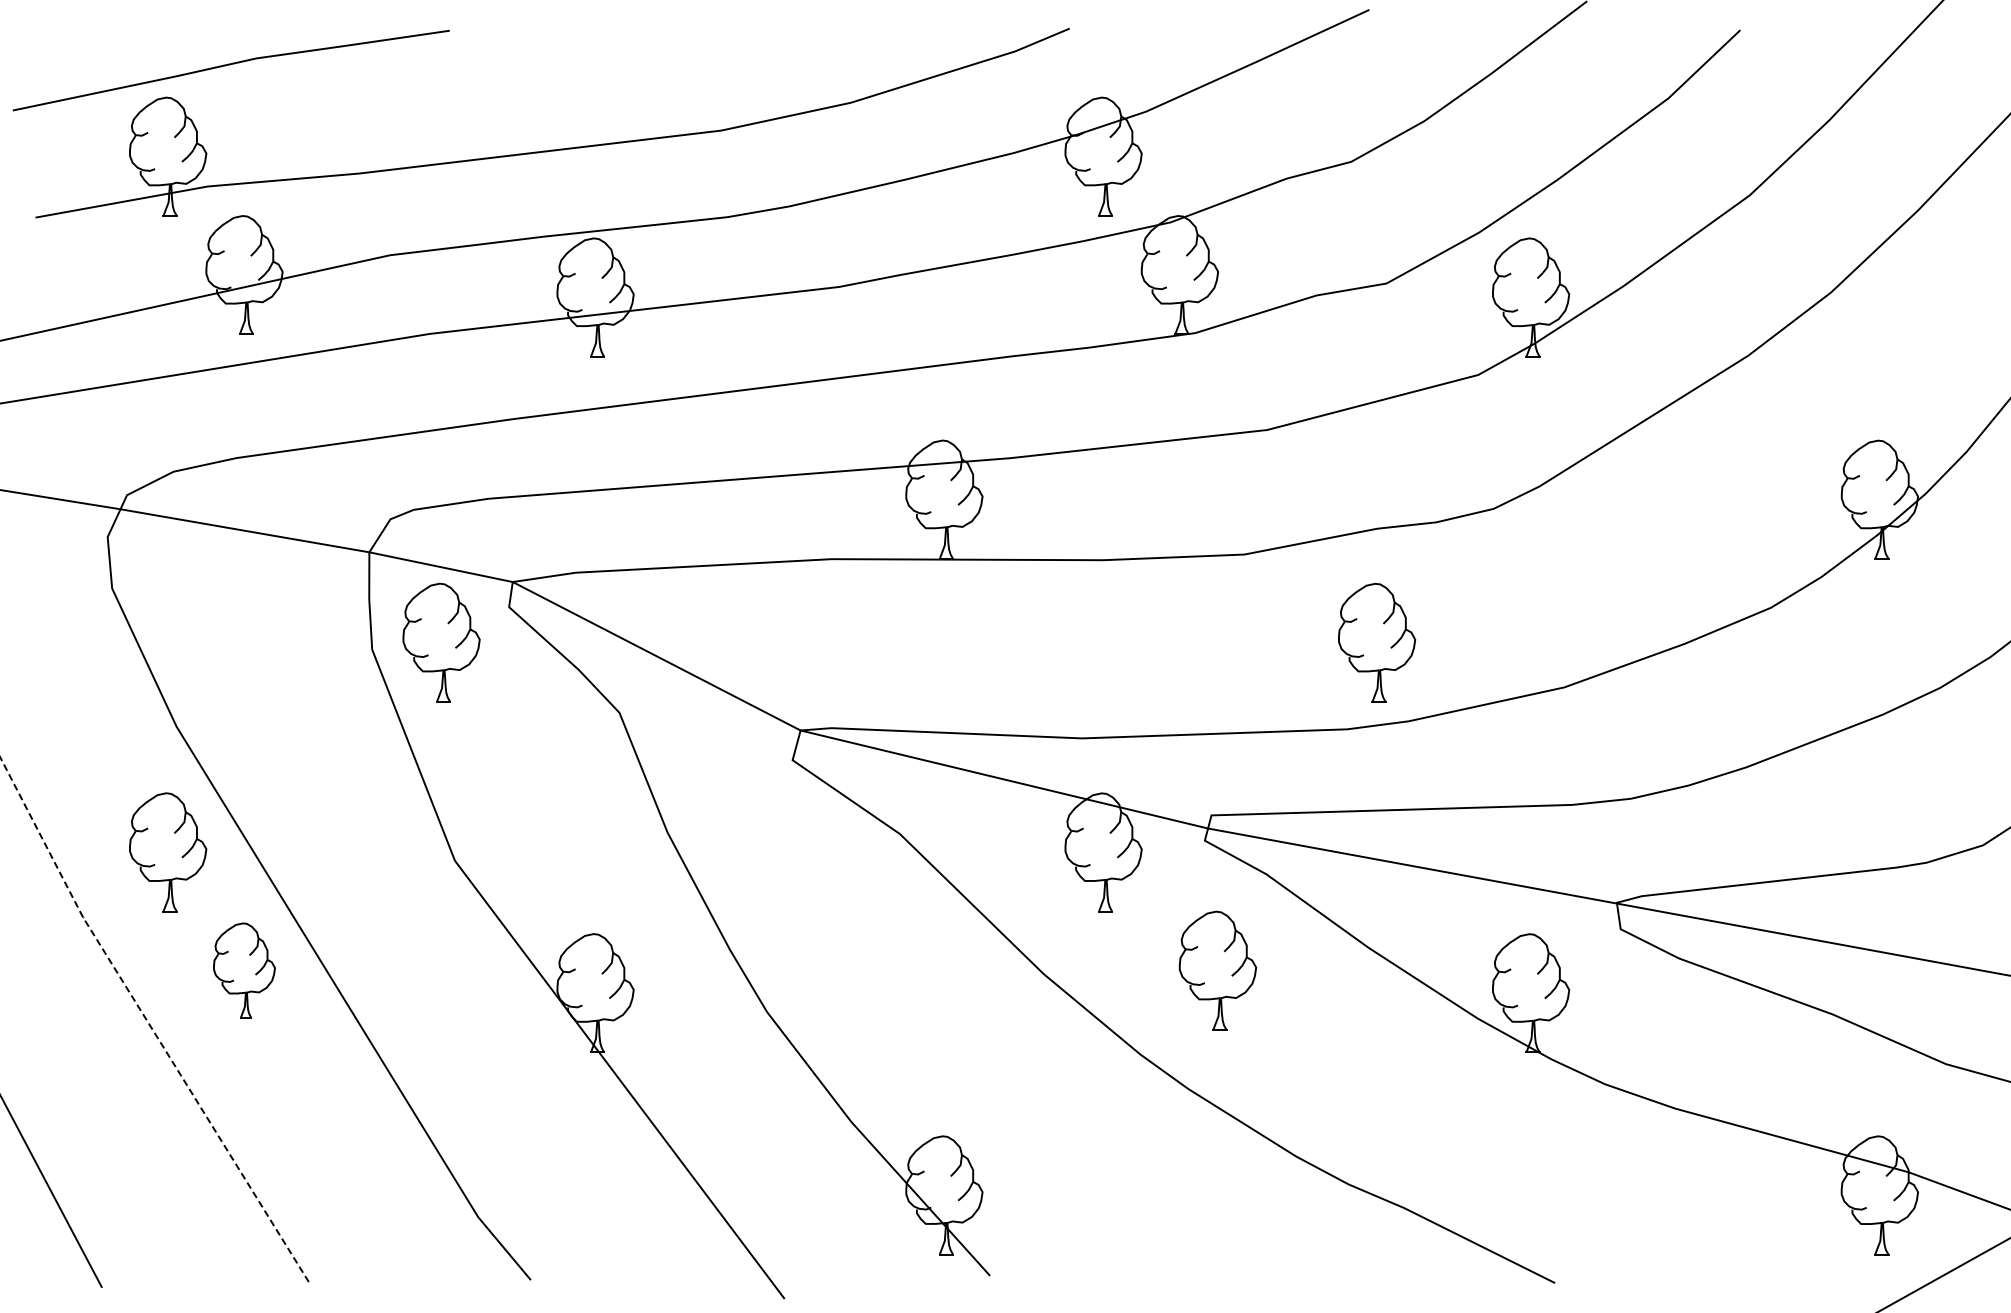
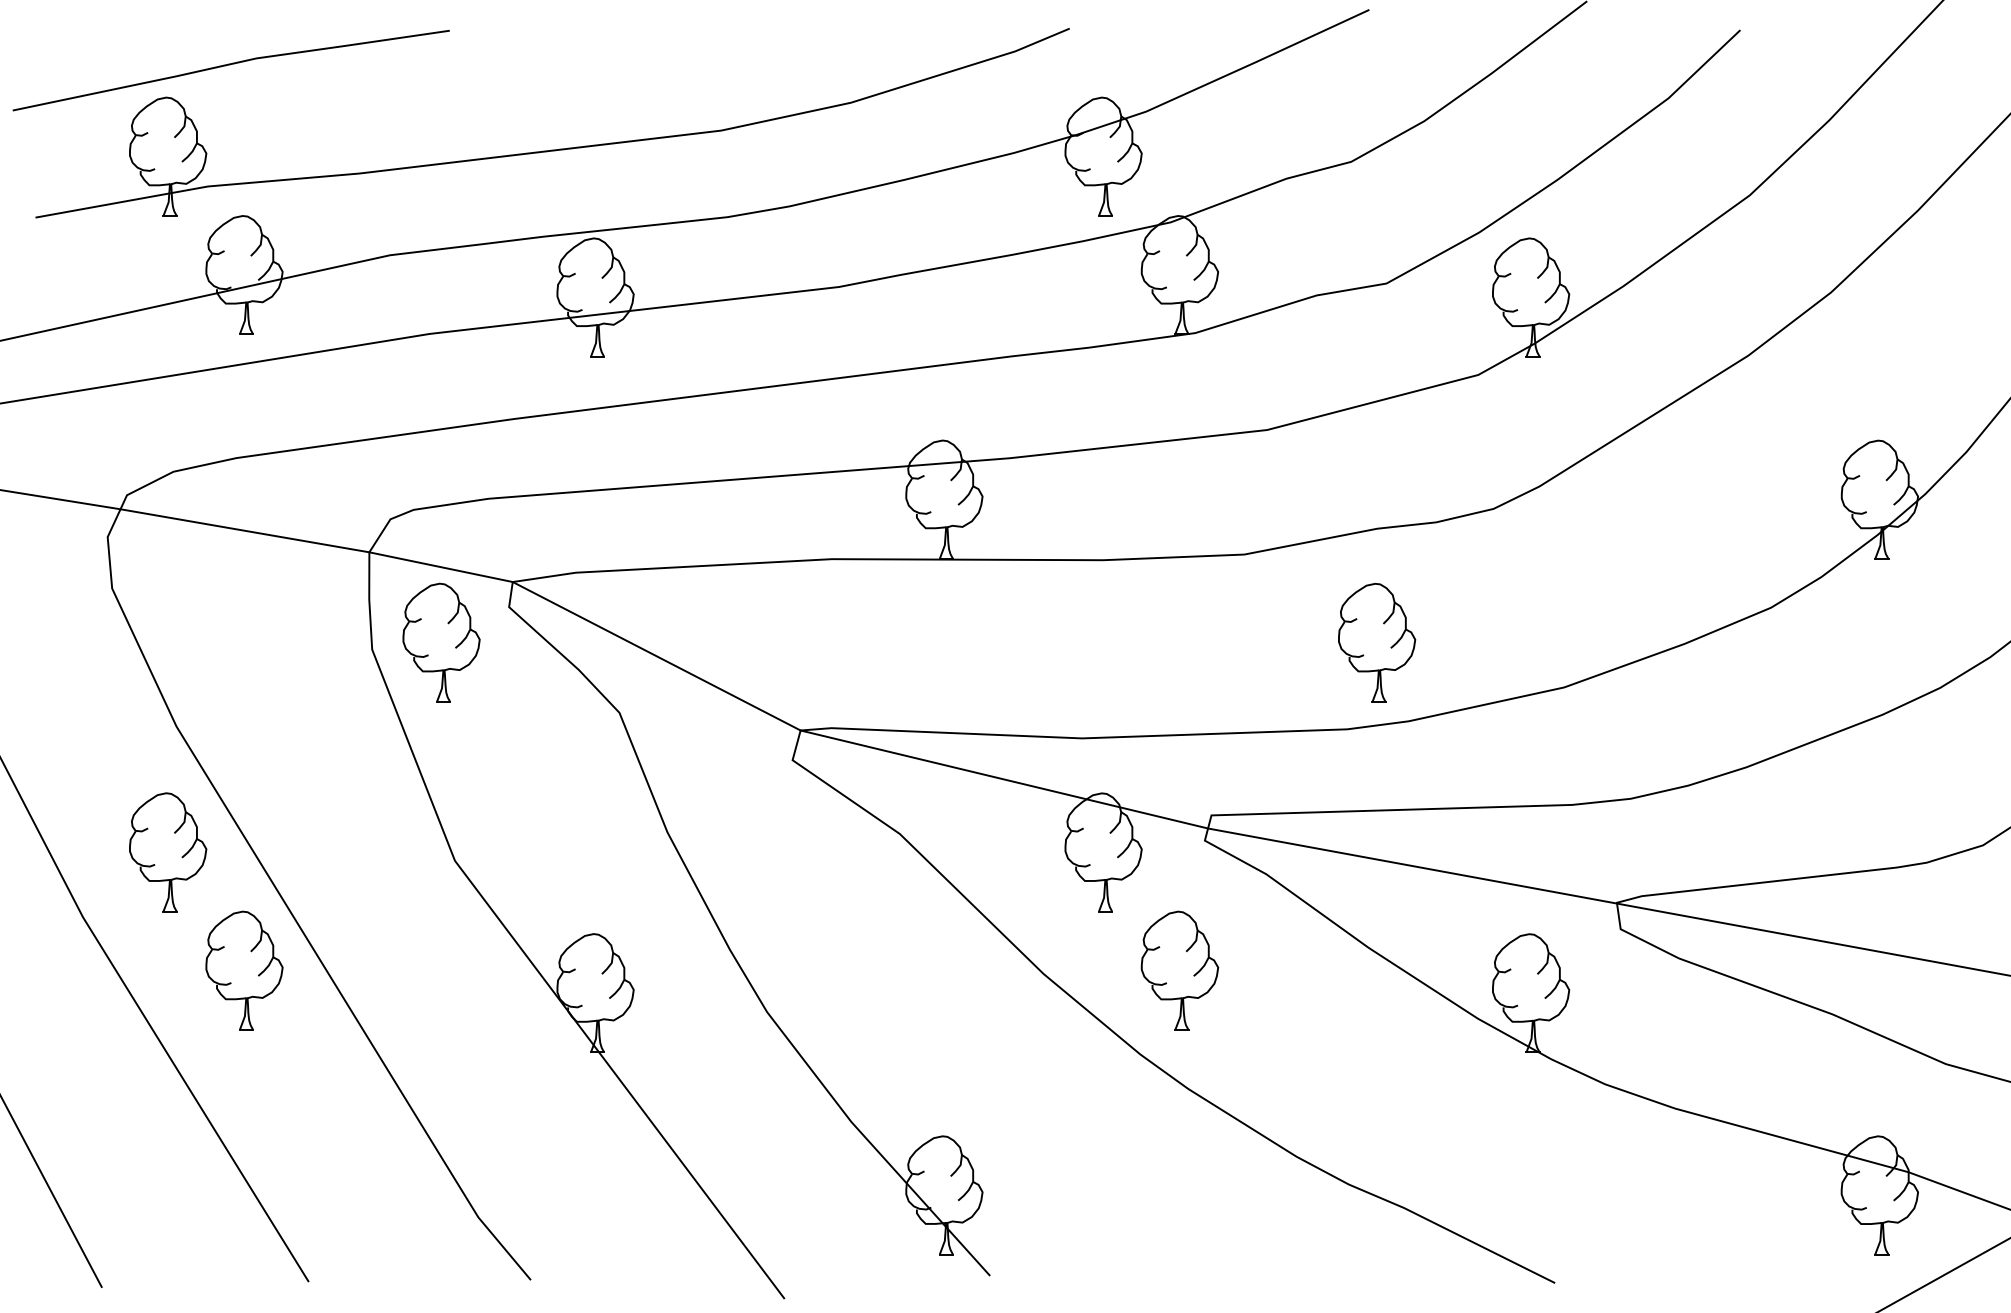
part at (244, 970) size: 63x97 px -> 79x121 px
part at (1217, 970) position: (1217, 970) -> (1179, 970)
line at (148, 1022): dashed -> solid
